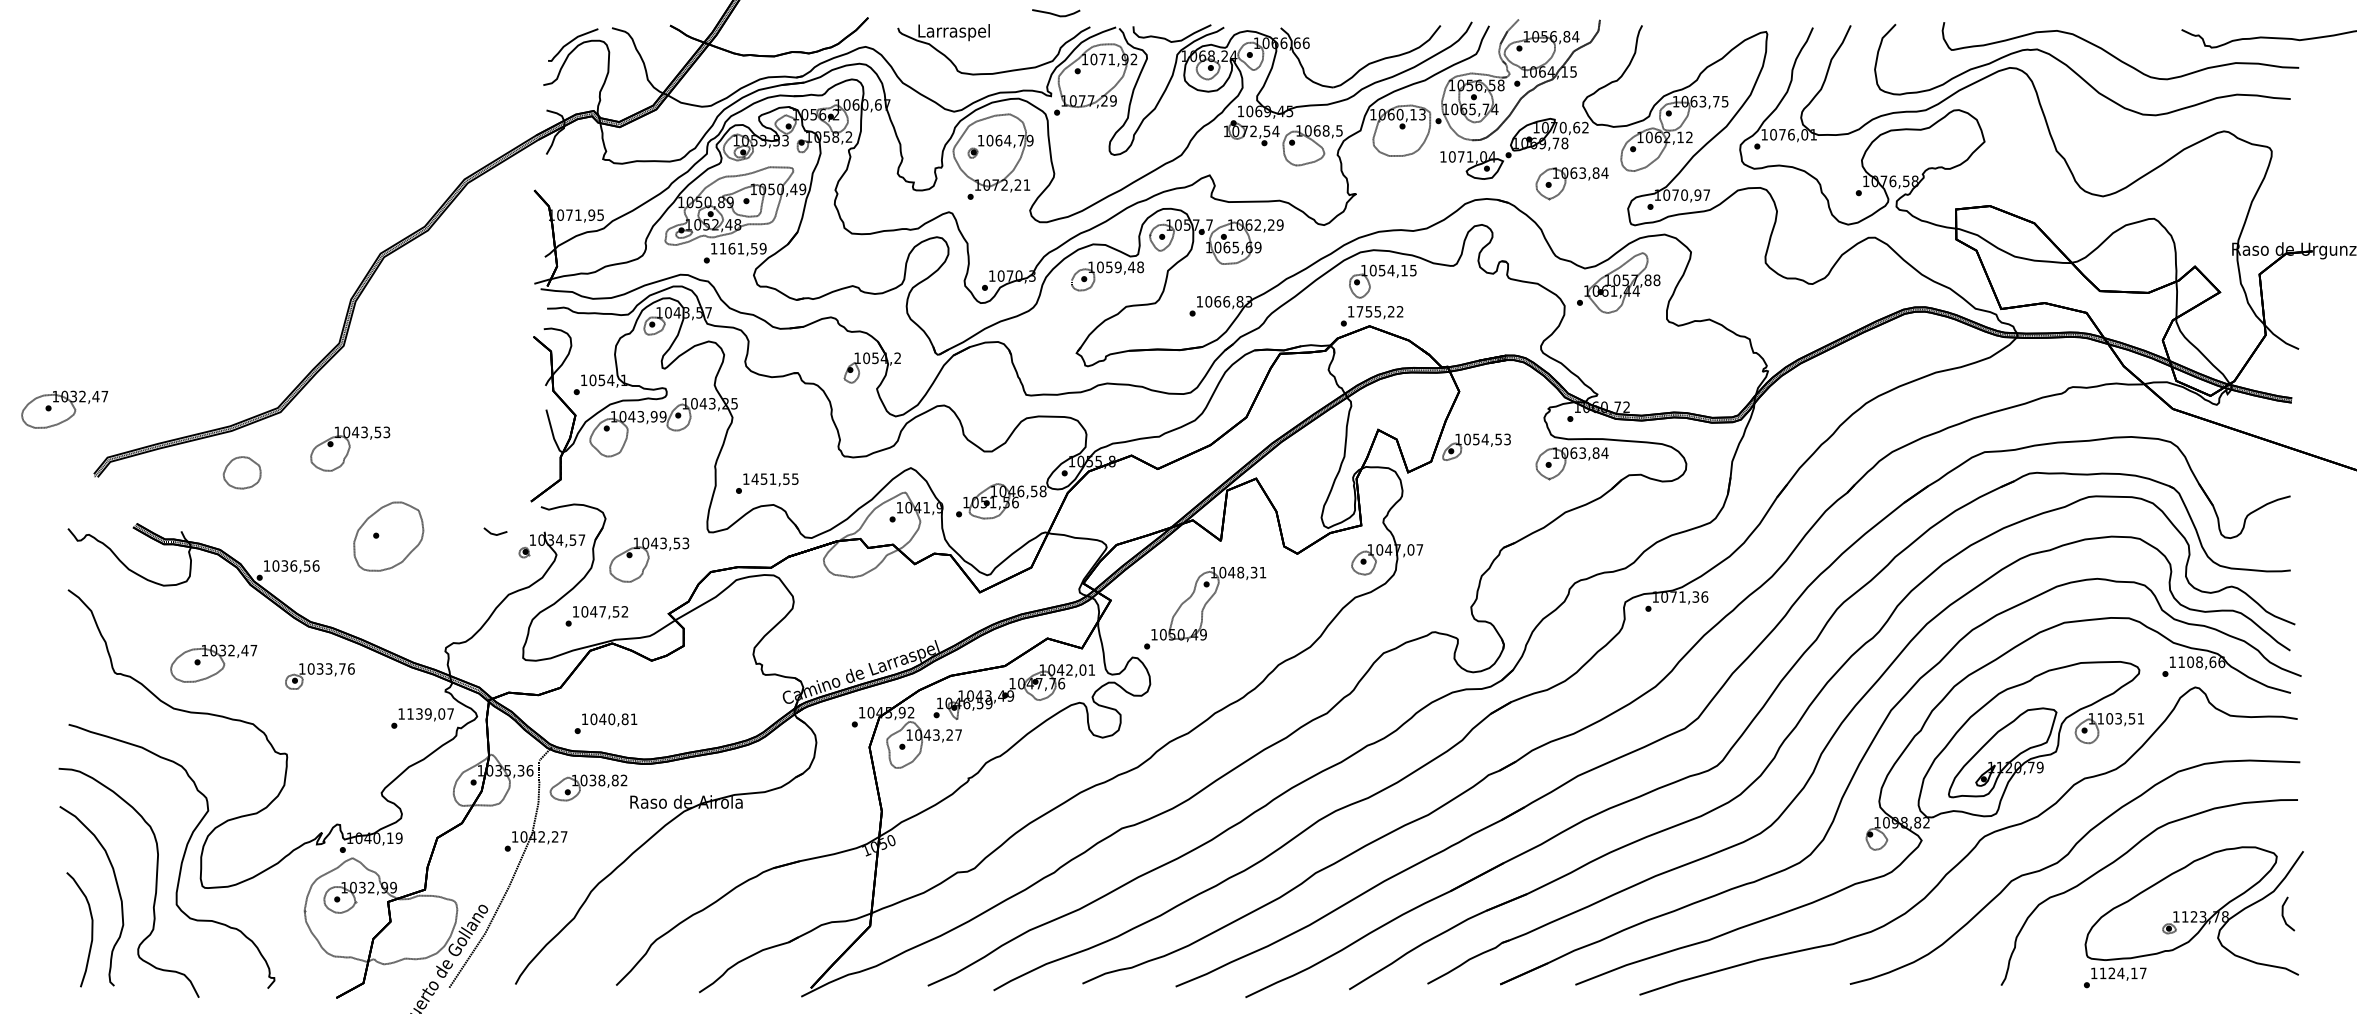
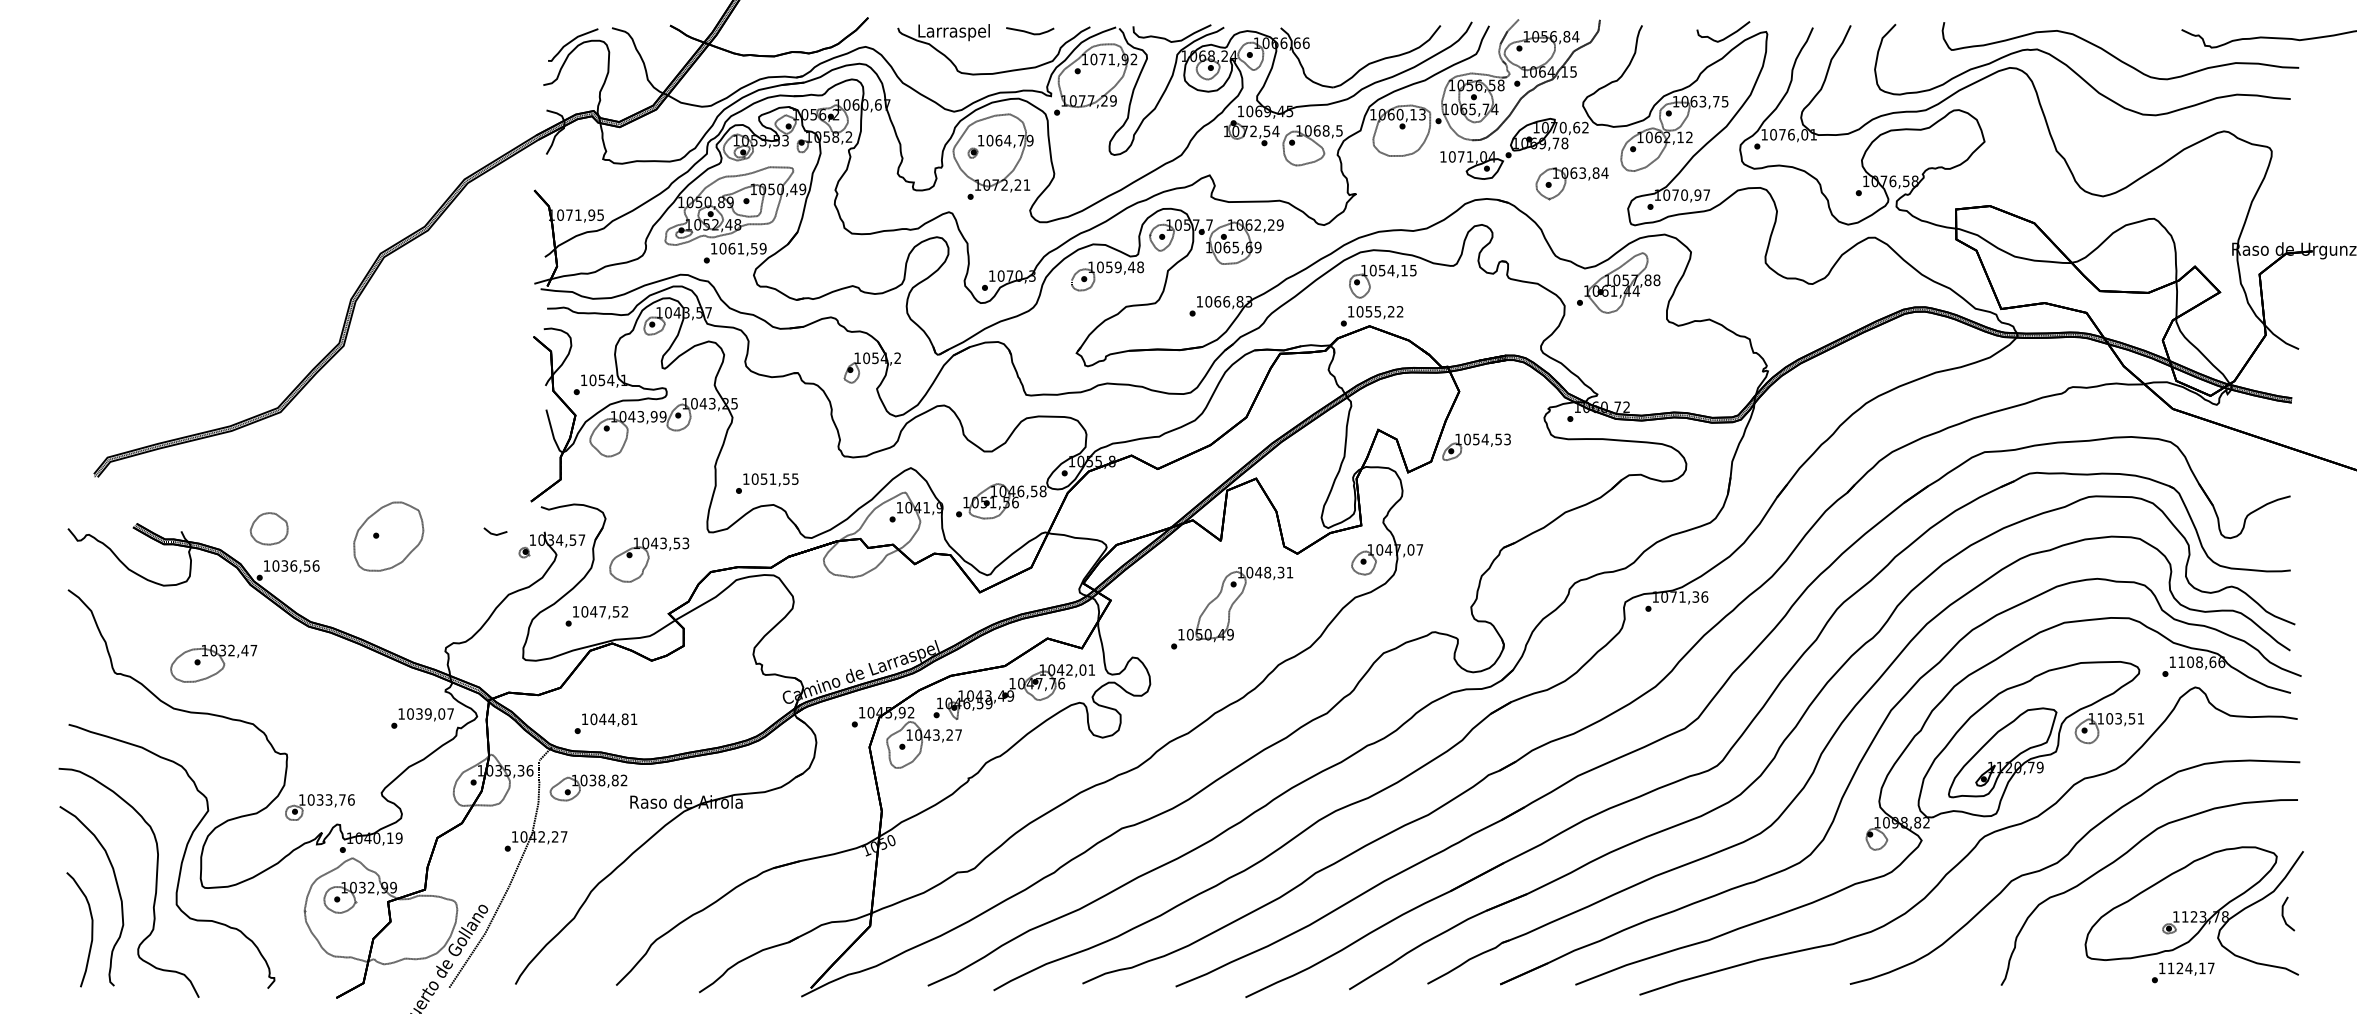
curve at (1056, 14) position: (1056, 14) -> (1030, 32)
curve at (1726, 36): none -> present
text at (722, 248): 1161,59 -> 1061,59
text at (1359, 311): 1755,22 -> 1055,22
part at (64, 409): present -> none
part at (350, 448): present -> none
part at (1571, 463): present -> none
part at (241, 472) position: (241, 472) -> (268, 528)
text at (754, 478): 1451,55 -> 1051,55
part at (1205, 607) position: (1205, 607) -> (1232, 607)
part at (319, 676) position: (319, 676) -> (319, 807)
text at (410, 713): 1139,07 -> 1039,07
text at (611, 719): 1040,81 -> 1044,81
text at (2115, 977) position: (2115, 977) -> (2183, 972)
